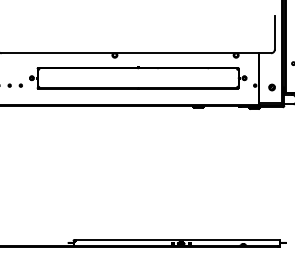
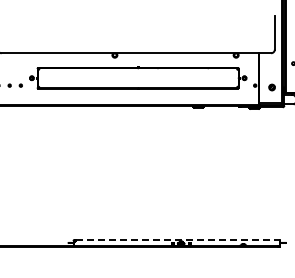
line at (178, 239): solid -> dashed
